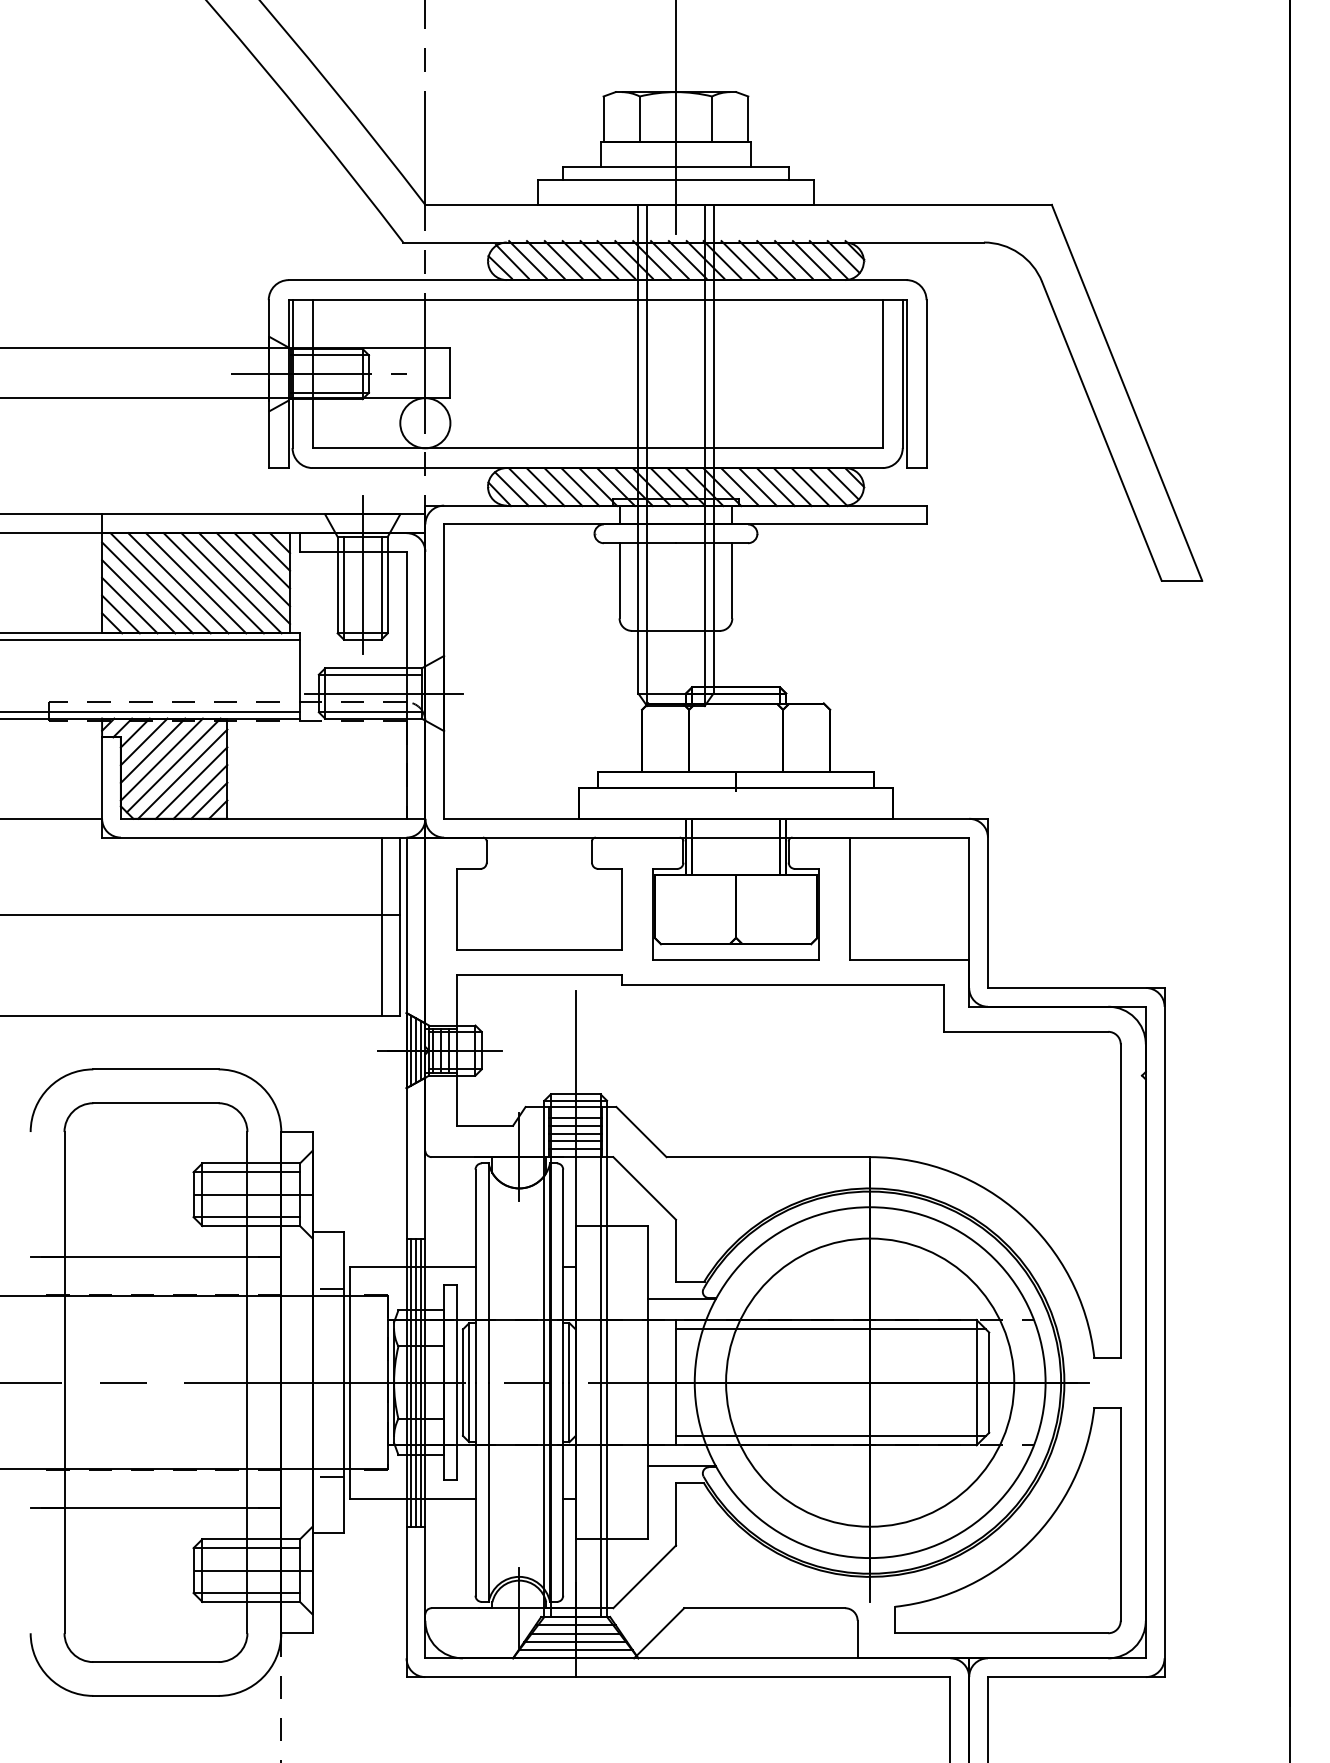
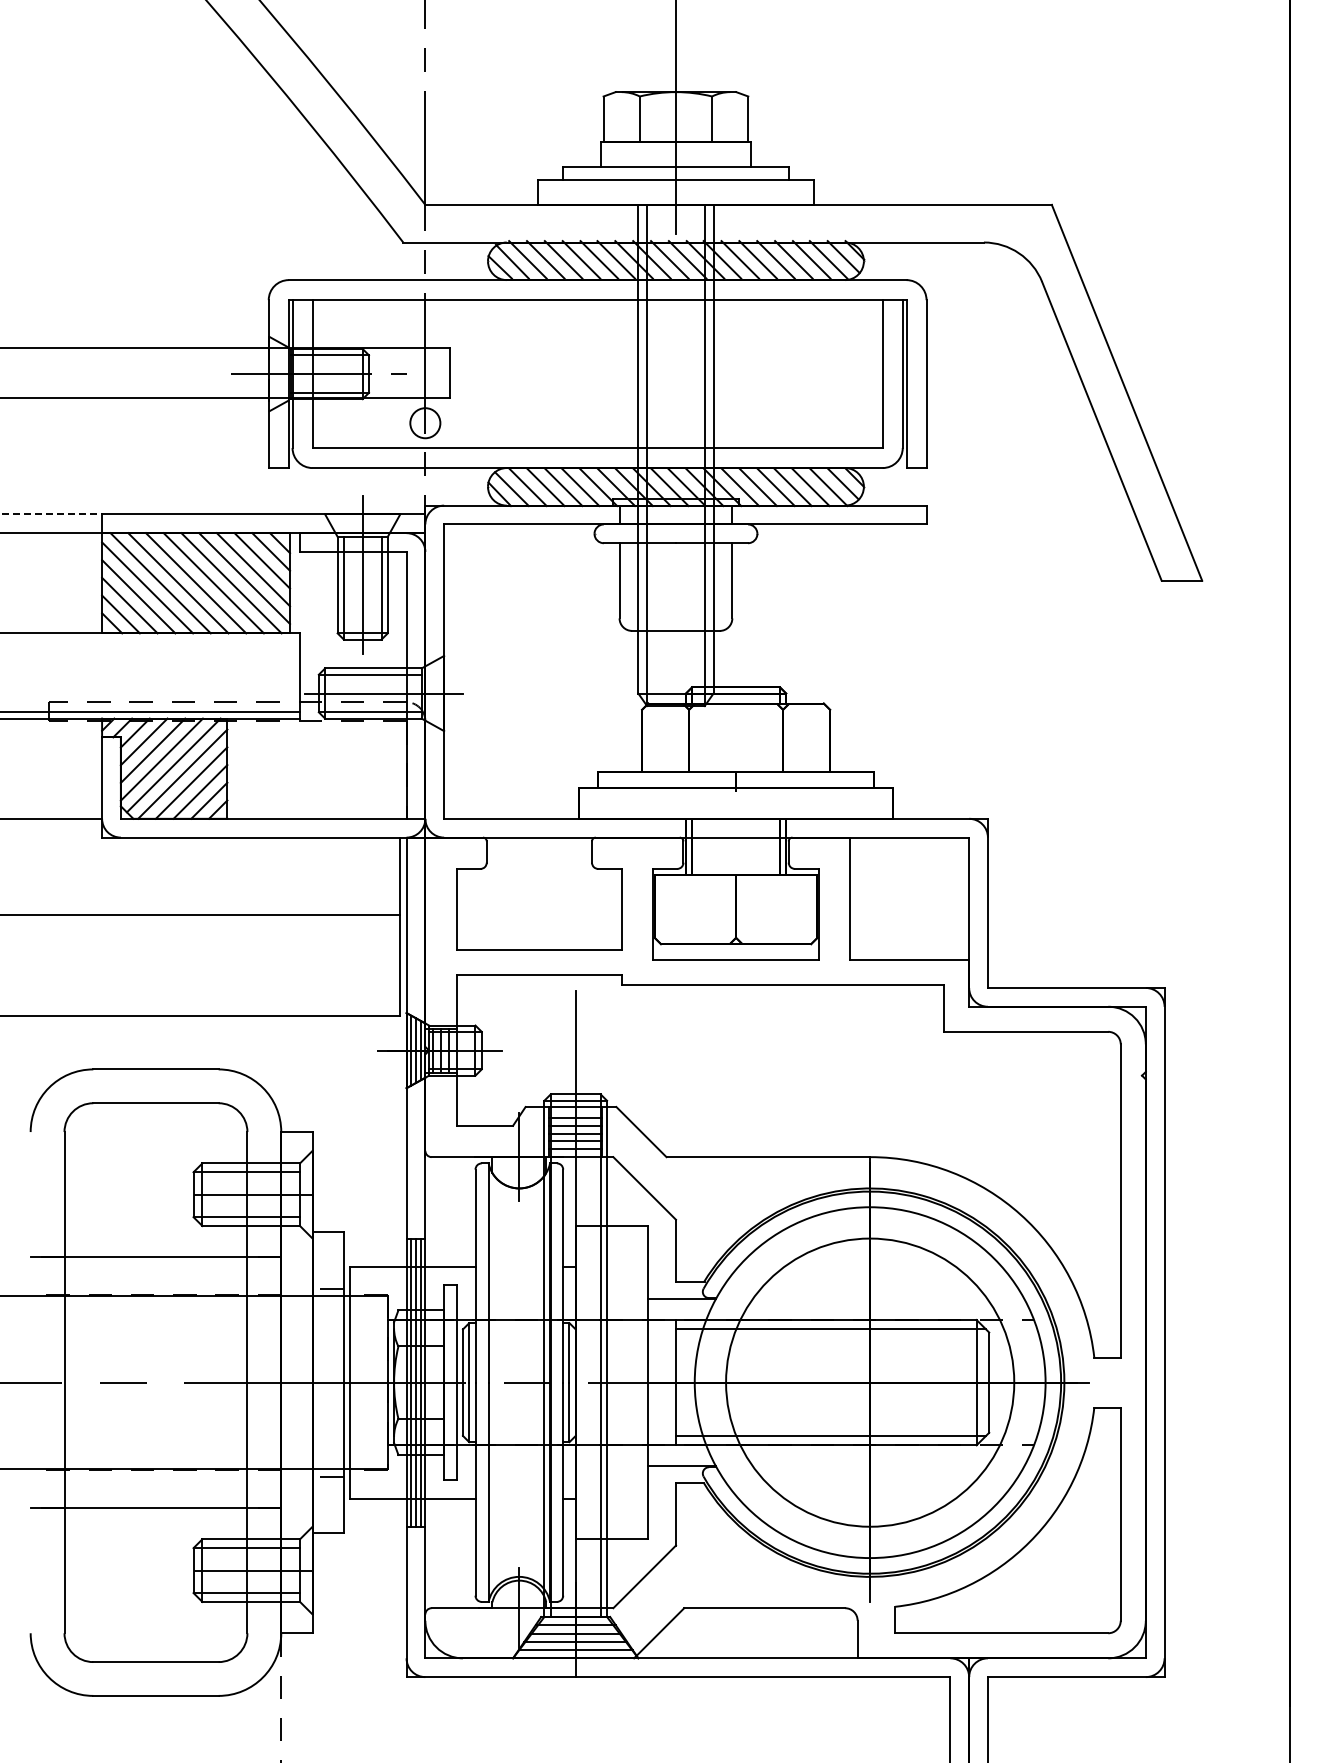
circle at (425, 423) diameter: 50 px -> 30 px
line at (51, 514): solid -> dashed
line at (151, 639): present -> none
line at (381, 926): present -> none
